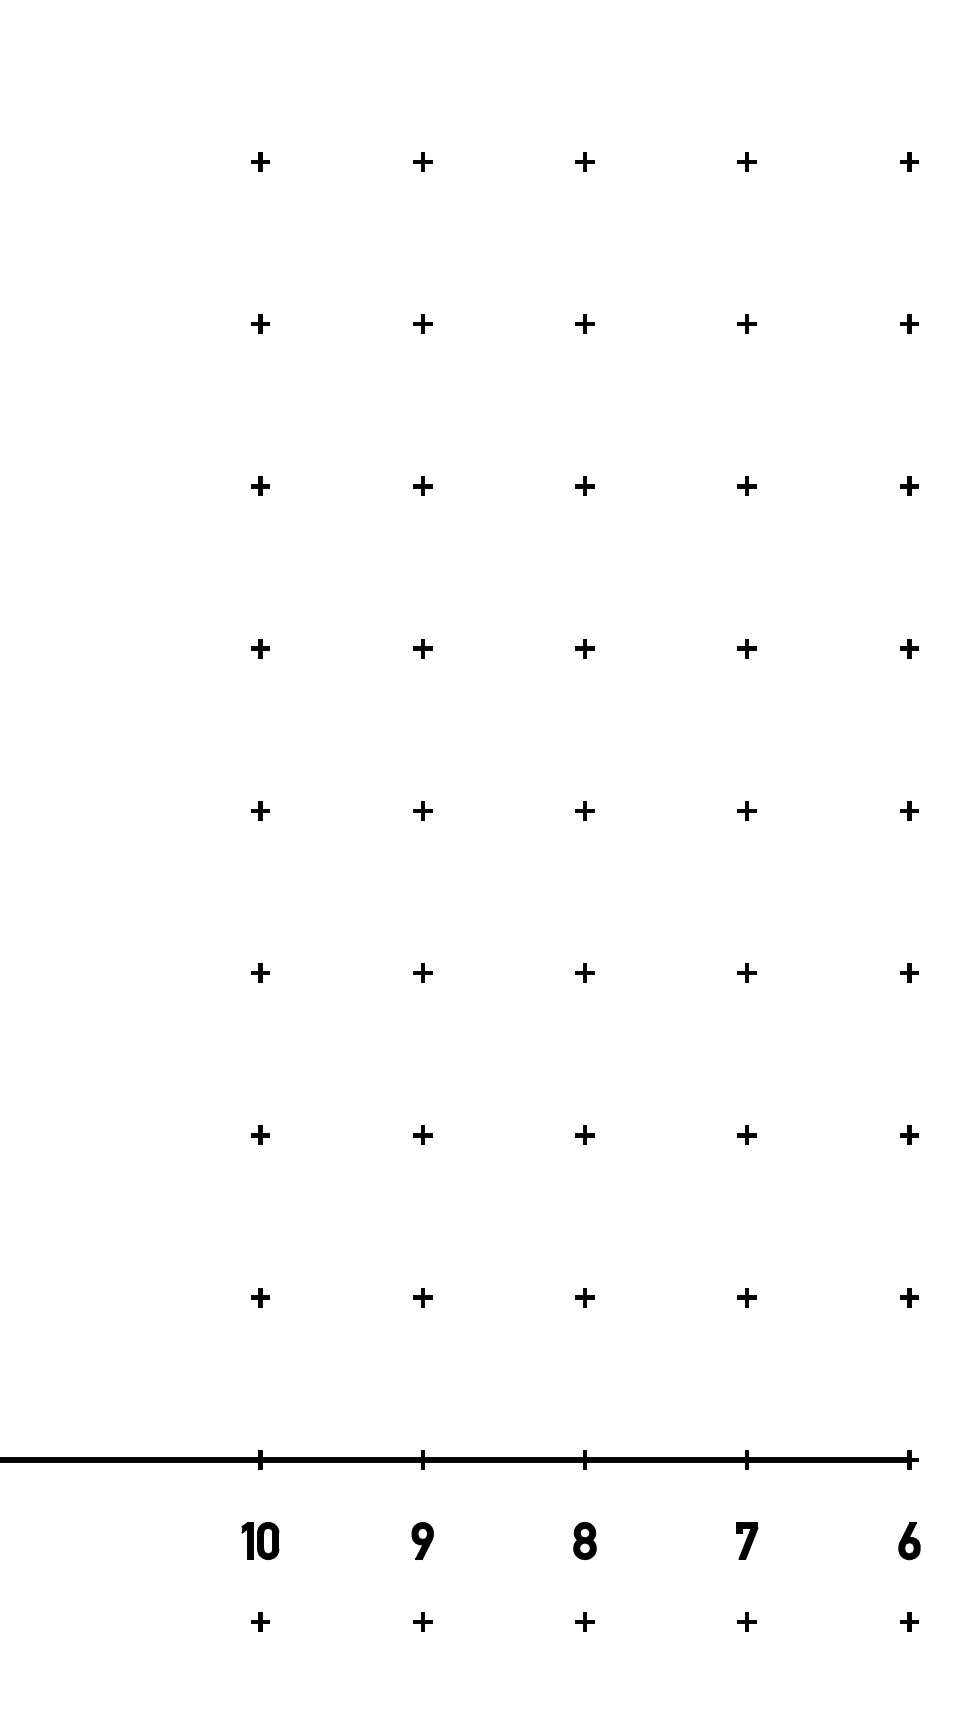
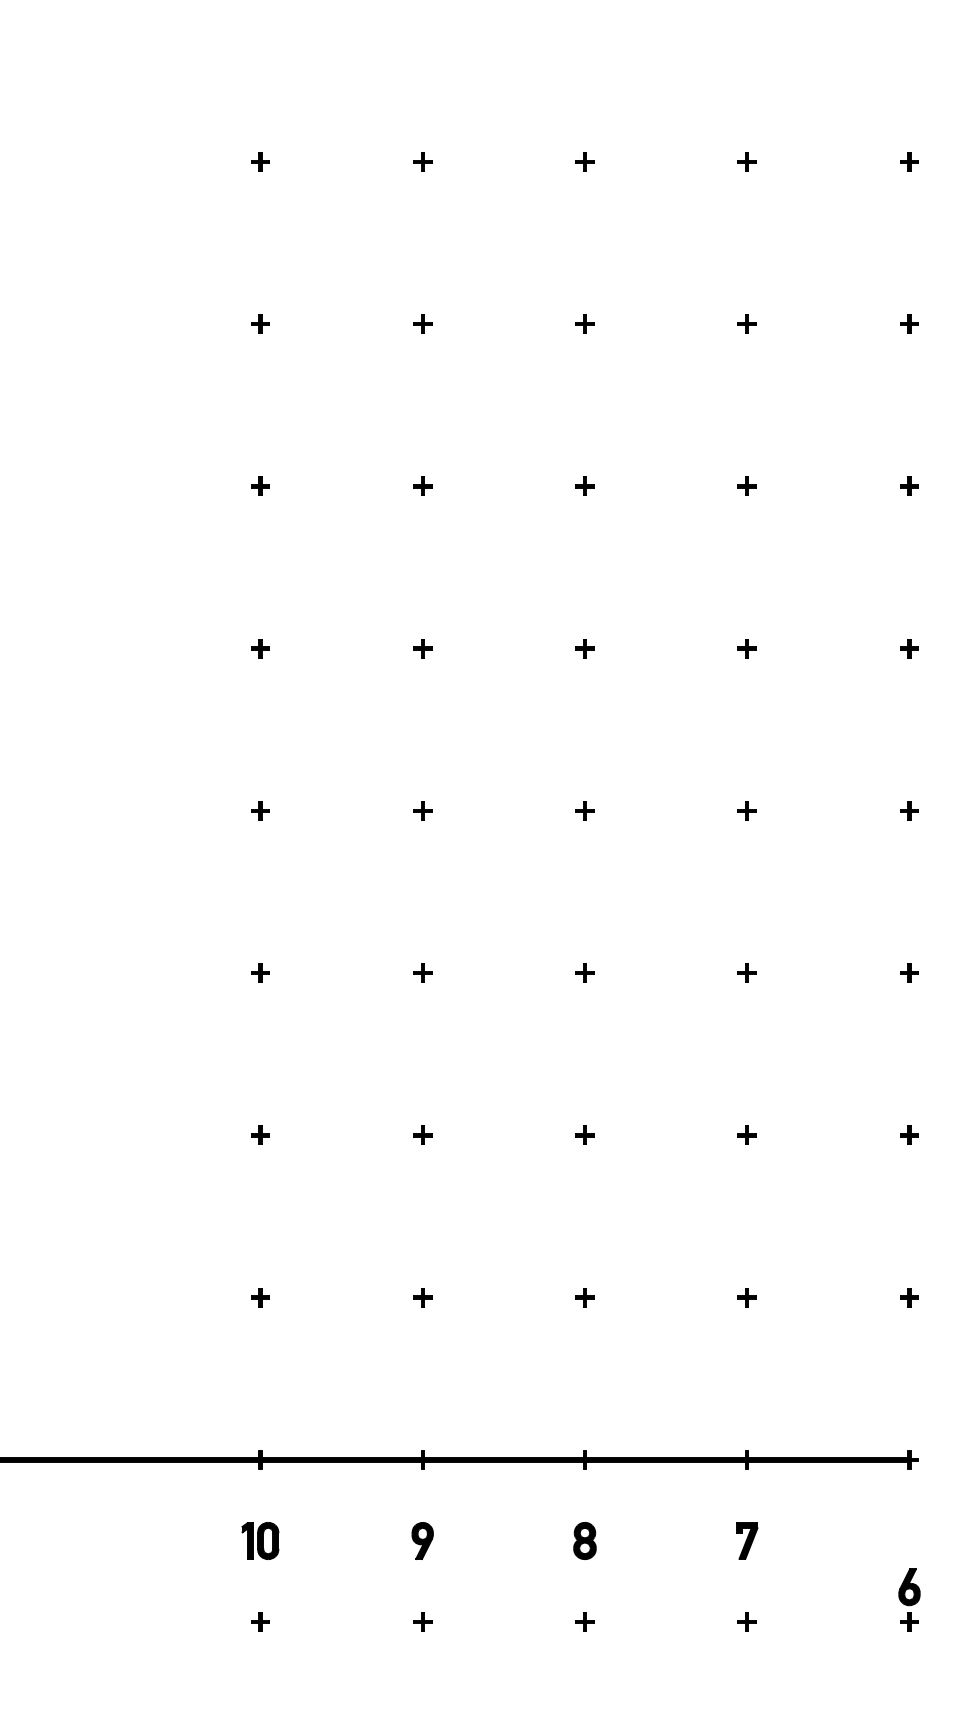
part at (909, 1541) position: (909, 1541) -> (909, 1587)
